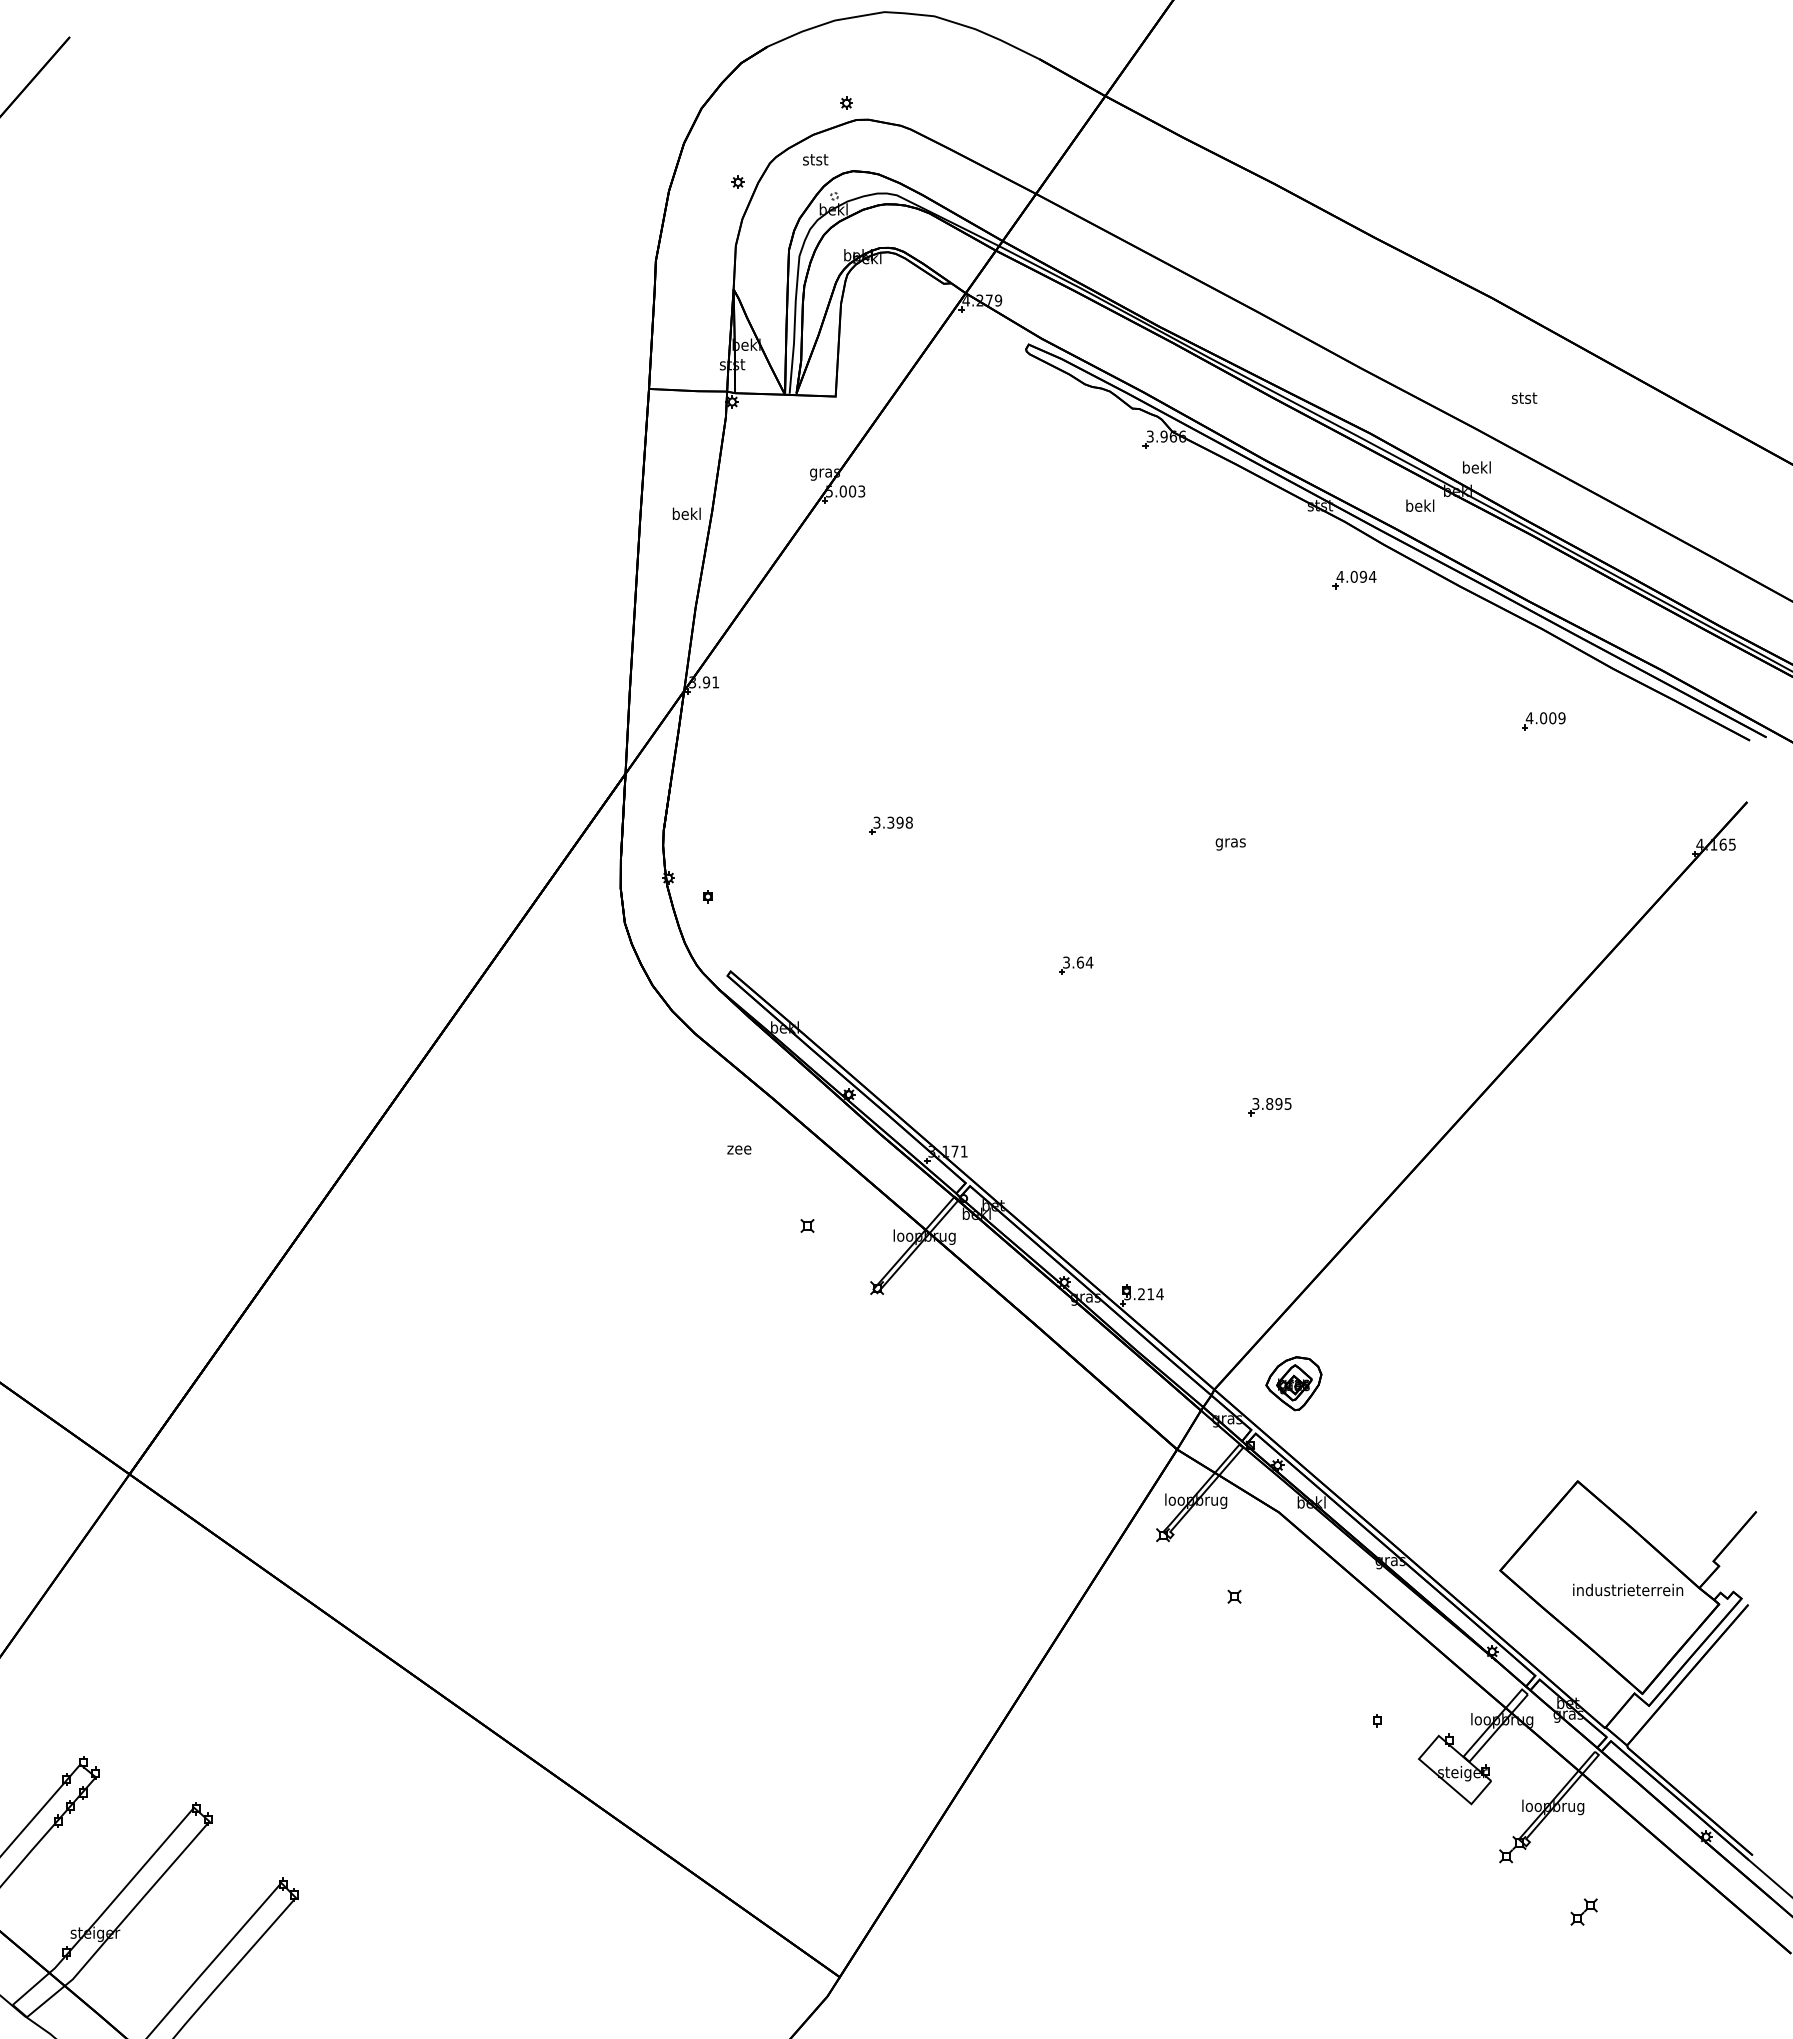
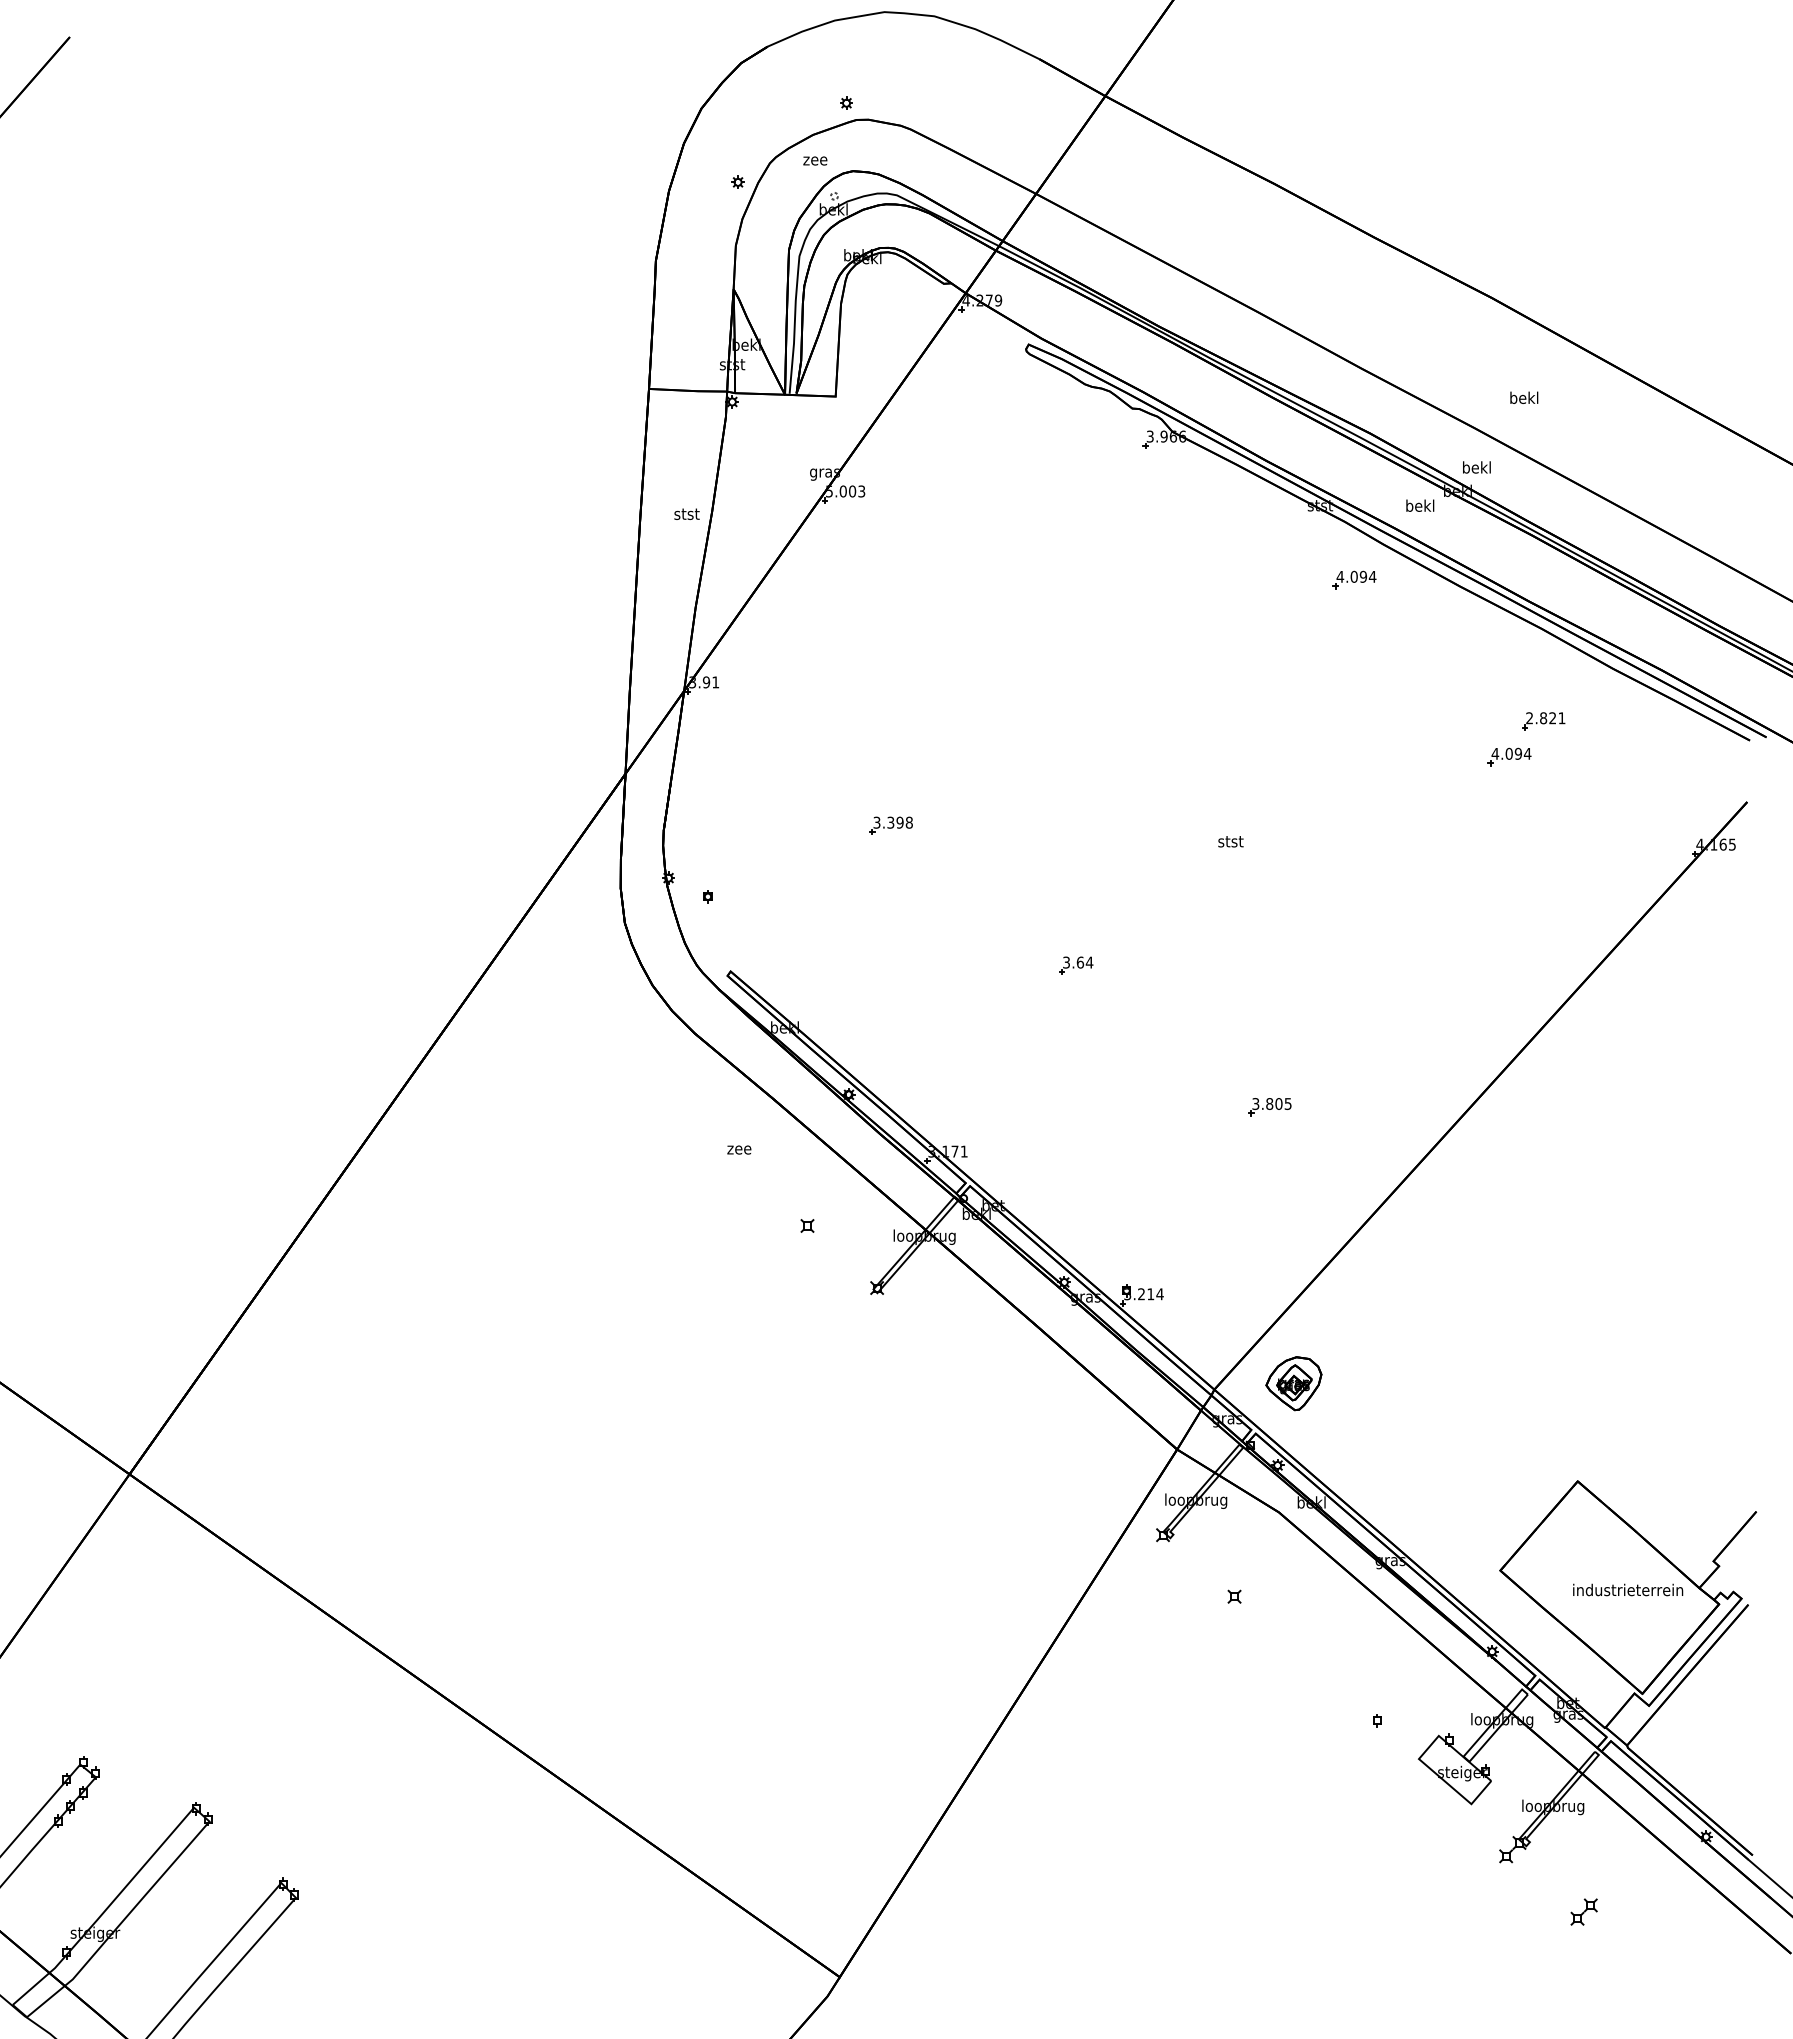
text at (815, 159): stst -> zee
text at (1524, 397): stst -> bekl
text at (686, 513): bekl -> stst
text at (1545, 718): 4.009 -> 2.821
part at (1509, 756): none -> present
text at (1230, 843): gras -> stst
text at (1278, 1103): 3.895 -> 3.805
